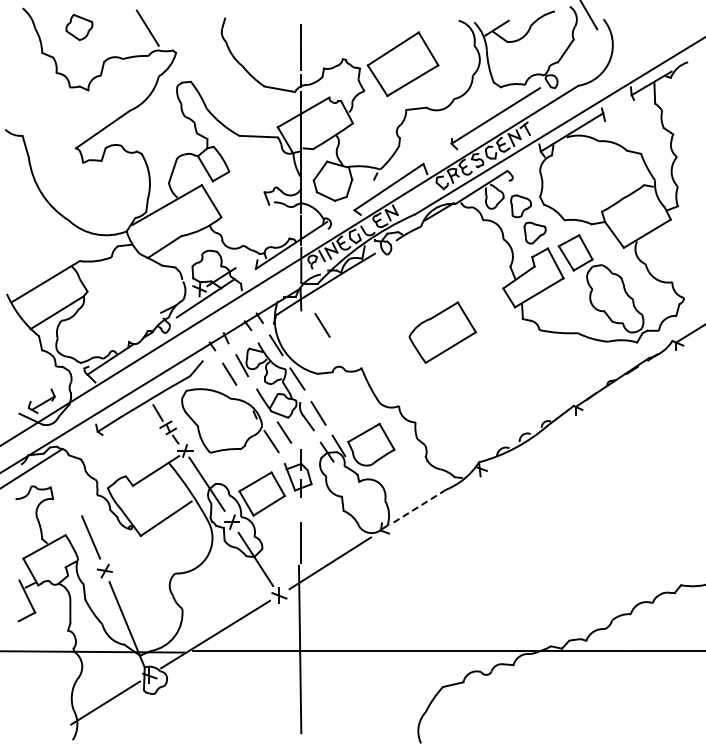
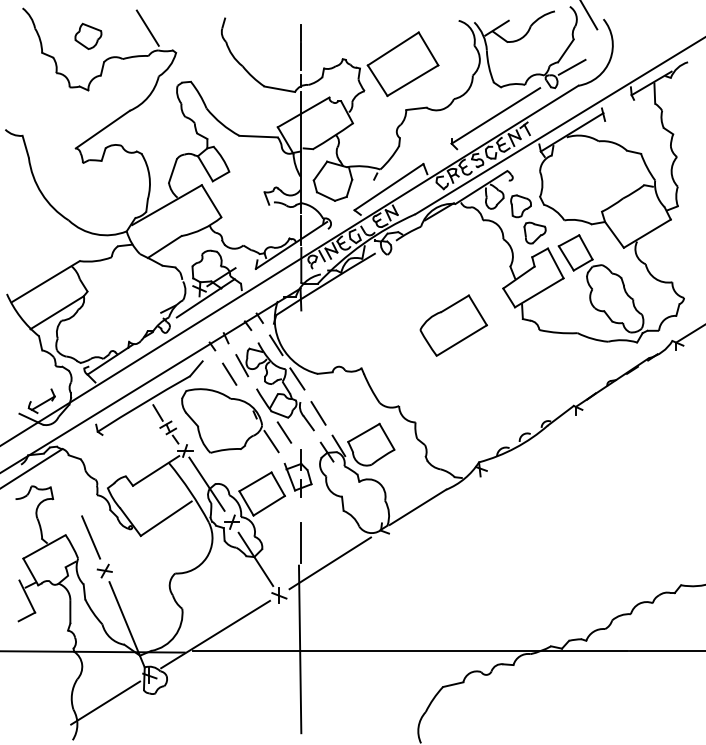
part at (79, 26) position: (79, 26) -> (88, 35)
line at (571, 66): none -> present
line at (322, 325): present -> none
part at (442, 332) position: (442, 332) -> (453, 325)
line at (417, 507): dashed -> solid
